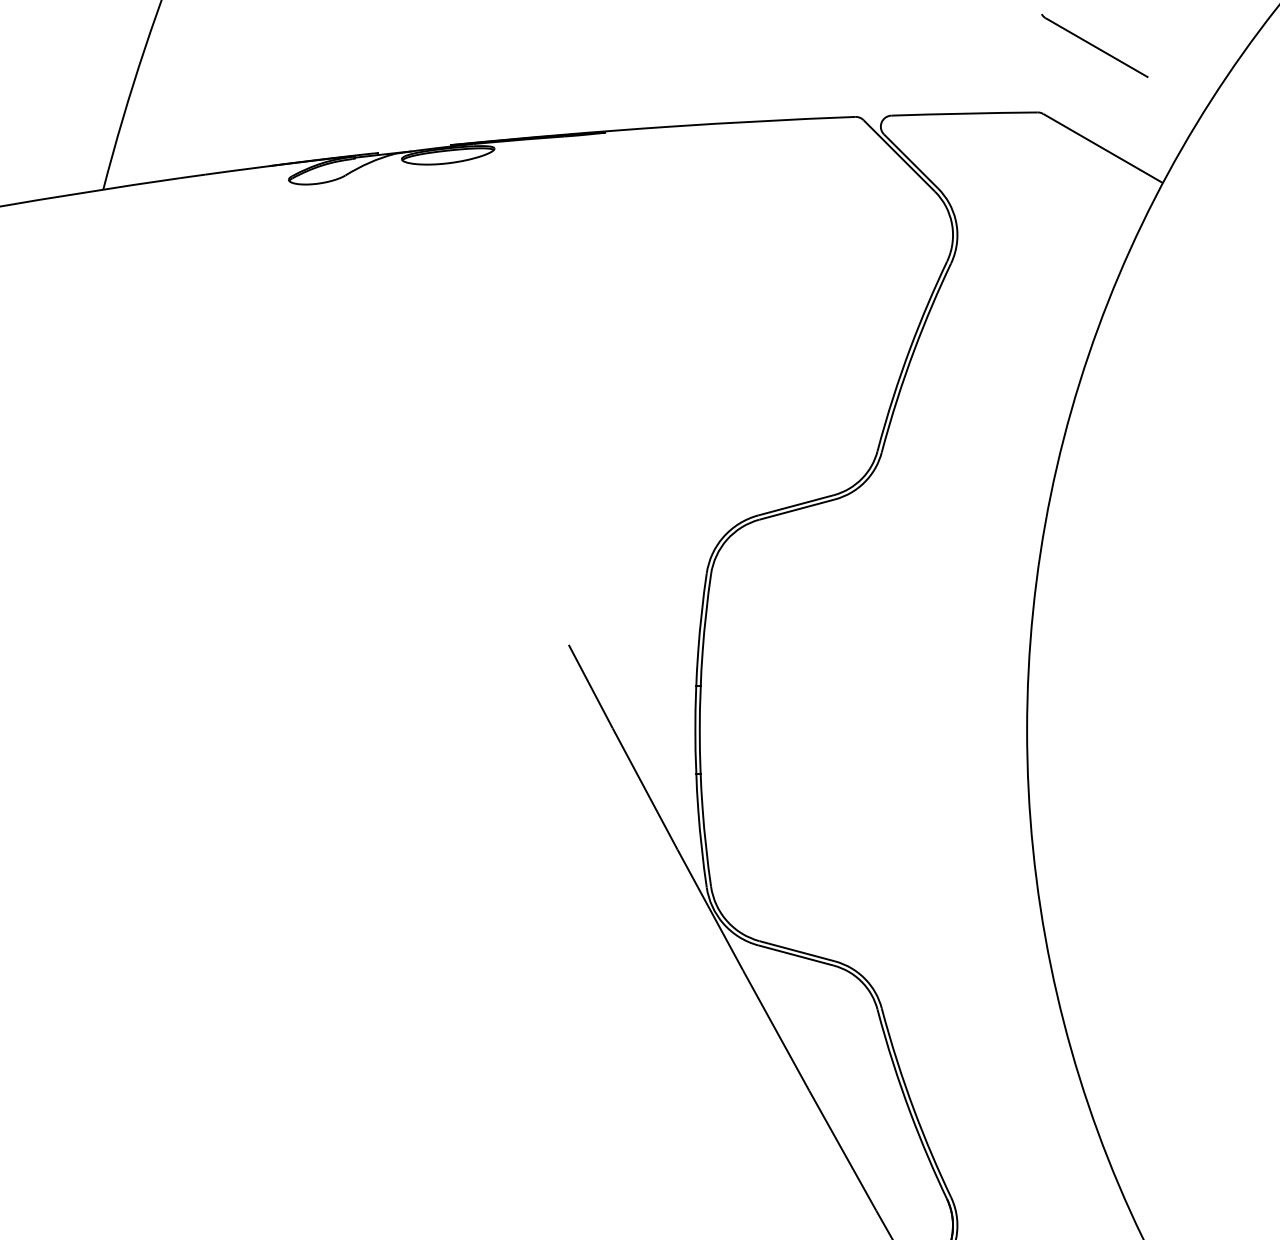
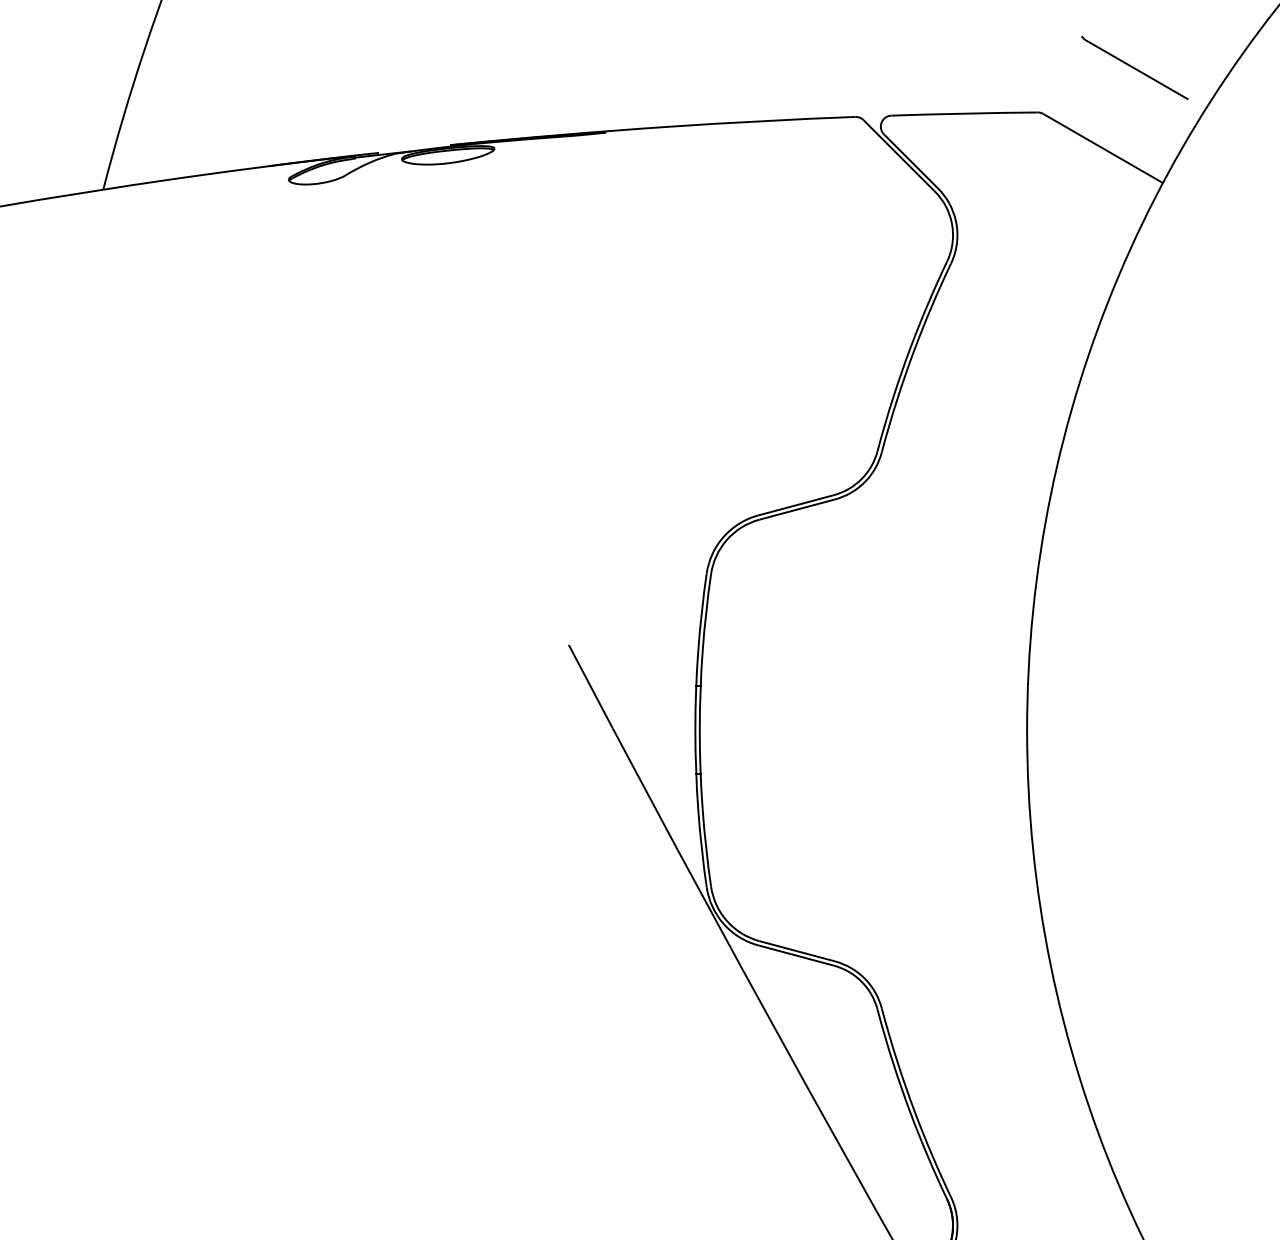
part at (1094, 45) position: (1094, 45) -> (1134, 67)
